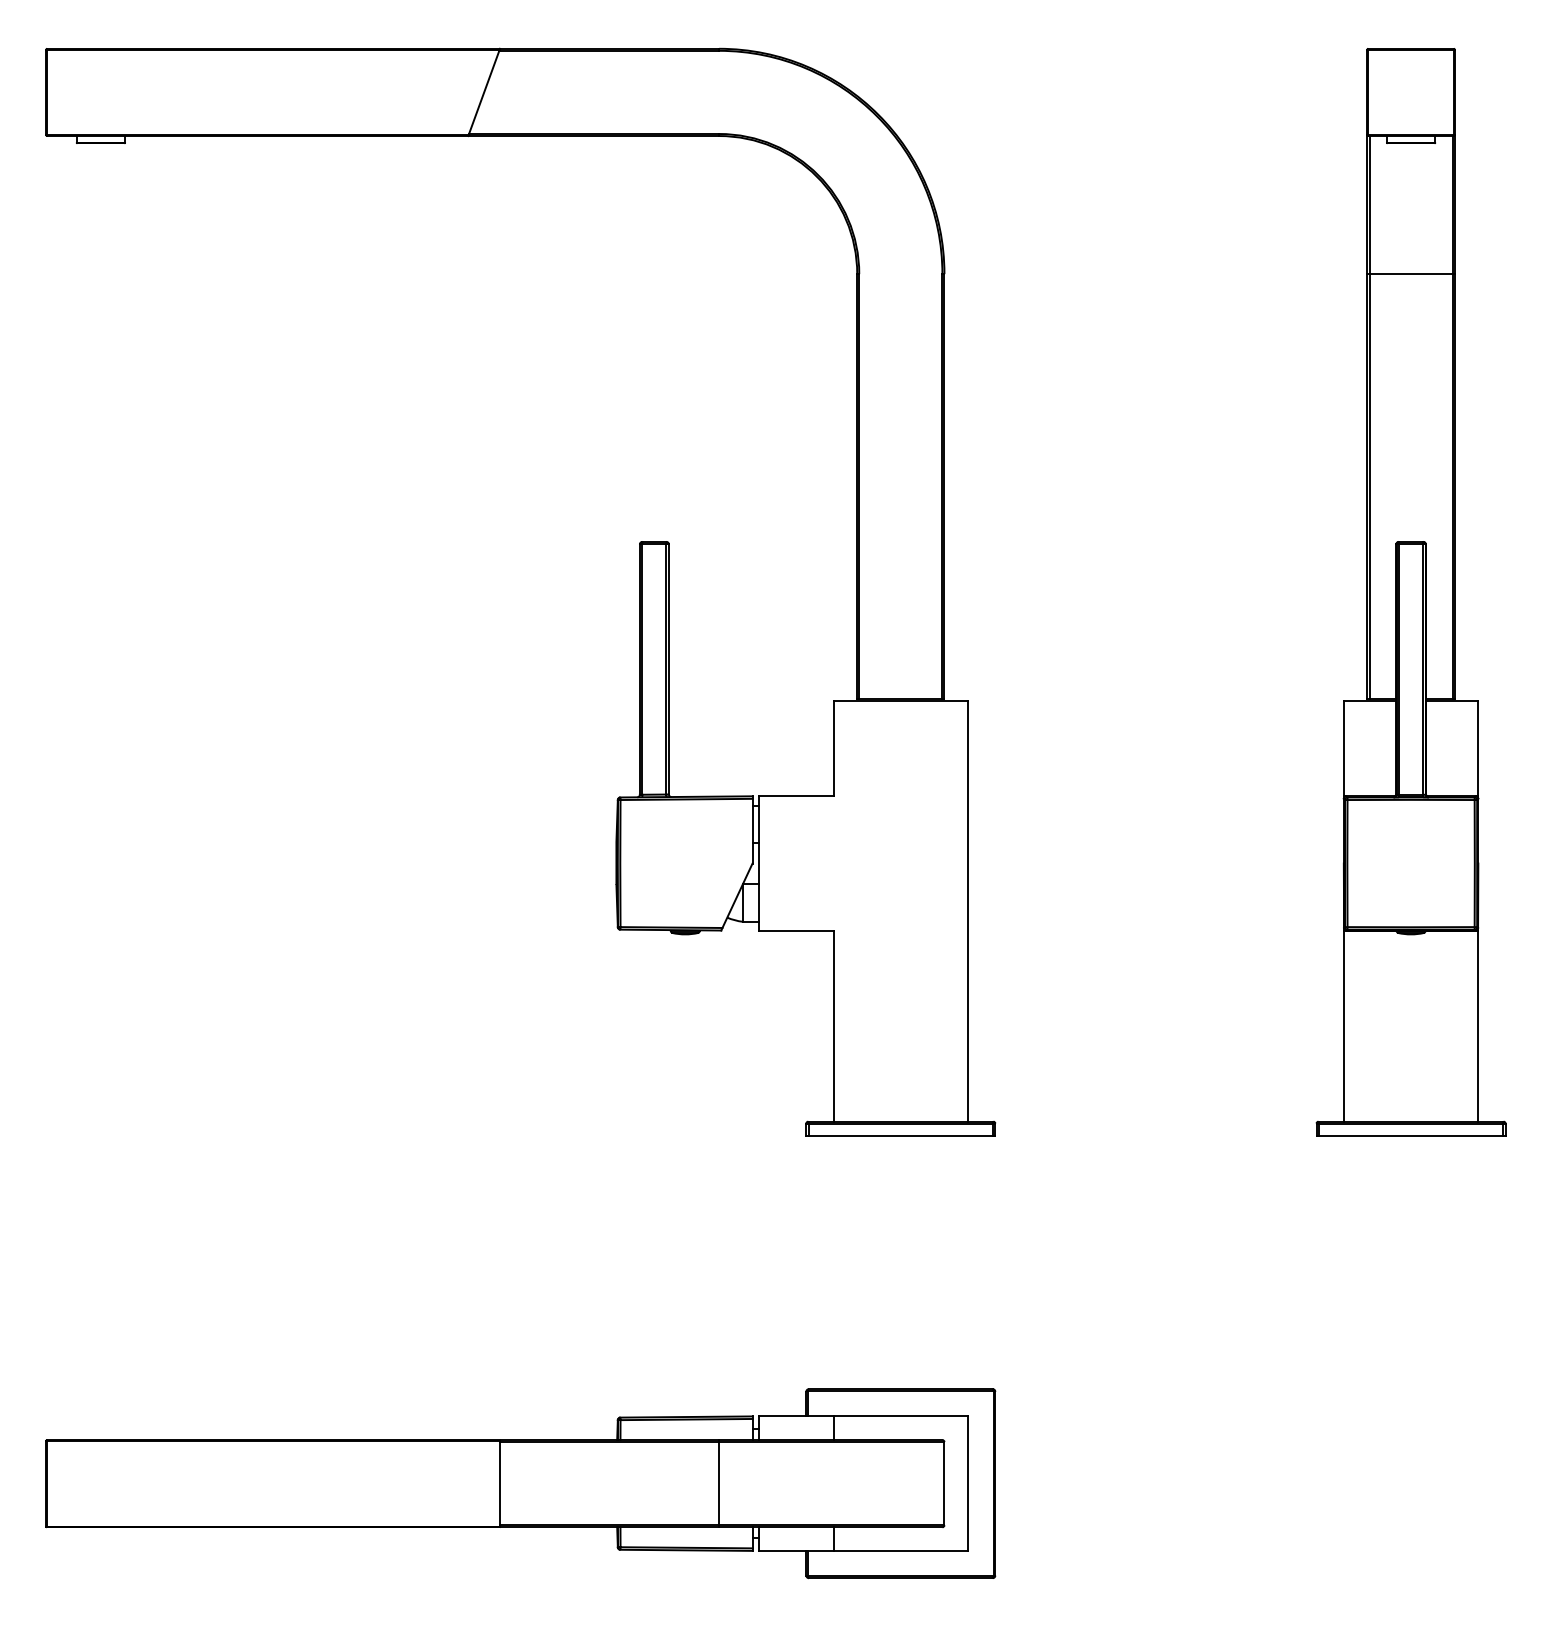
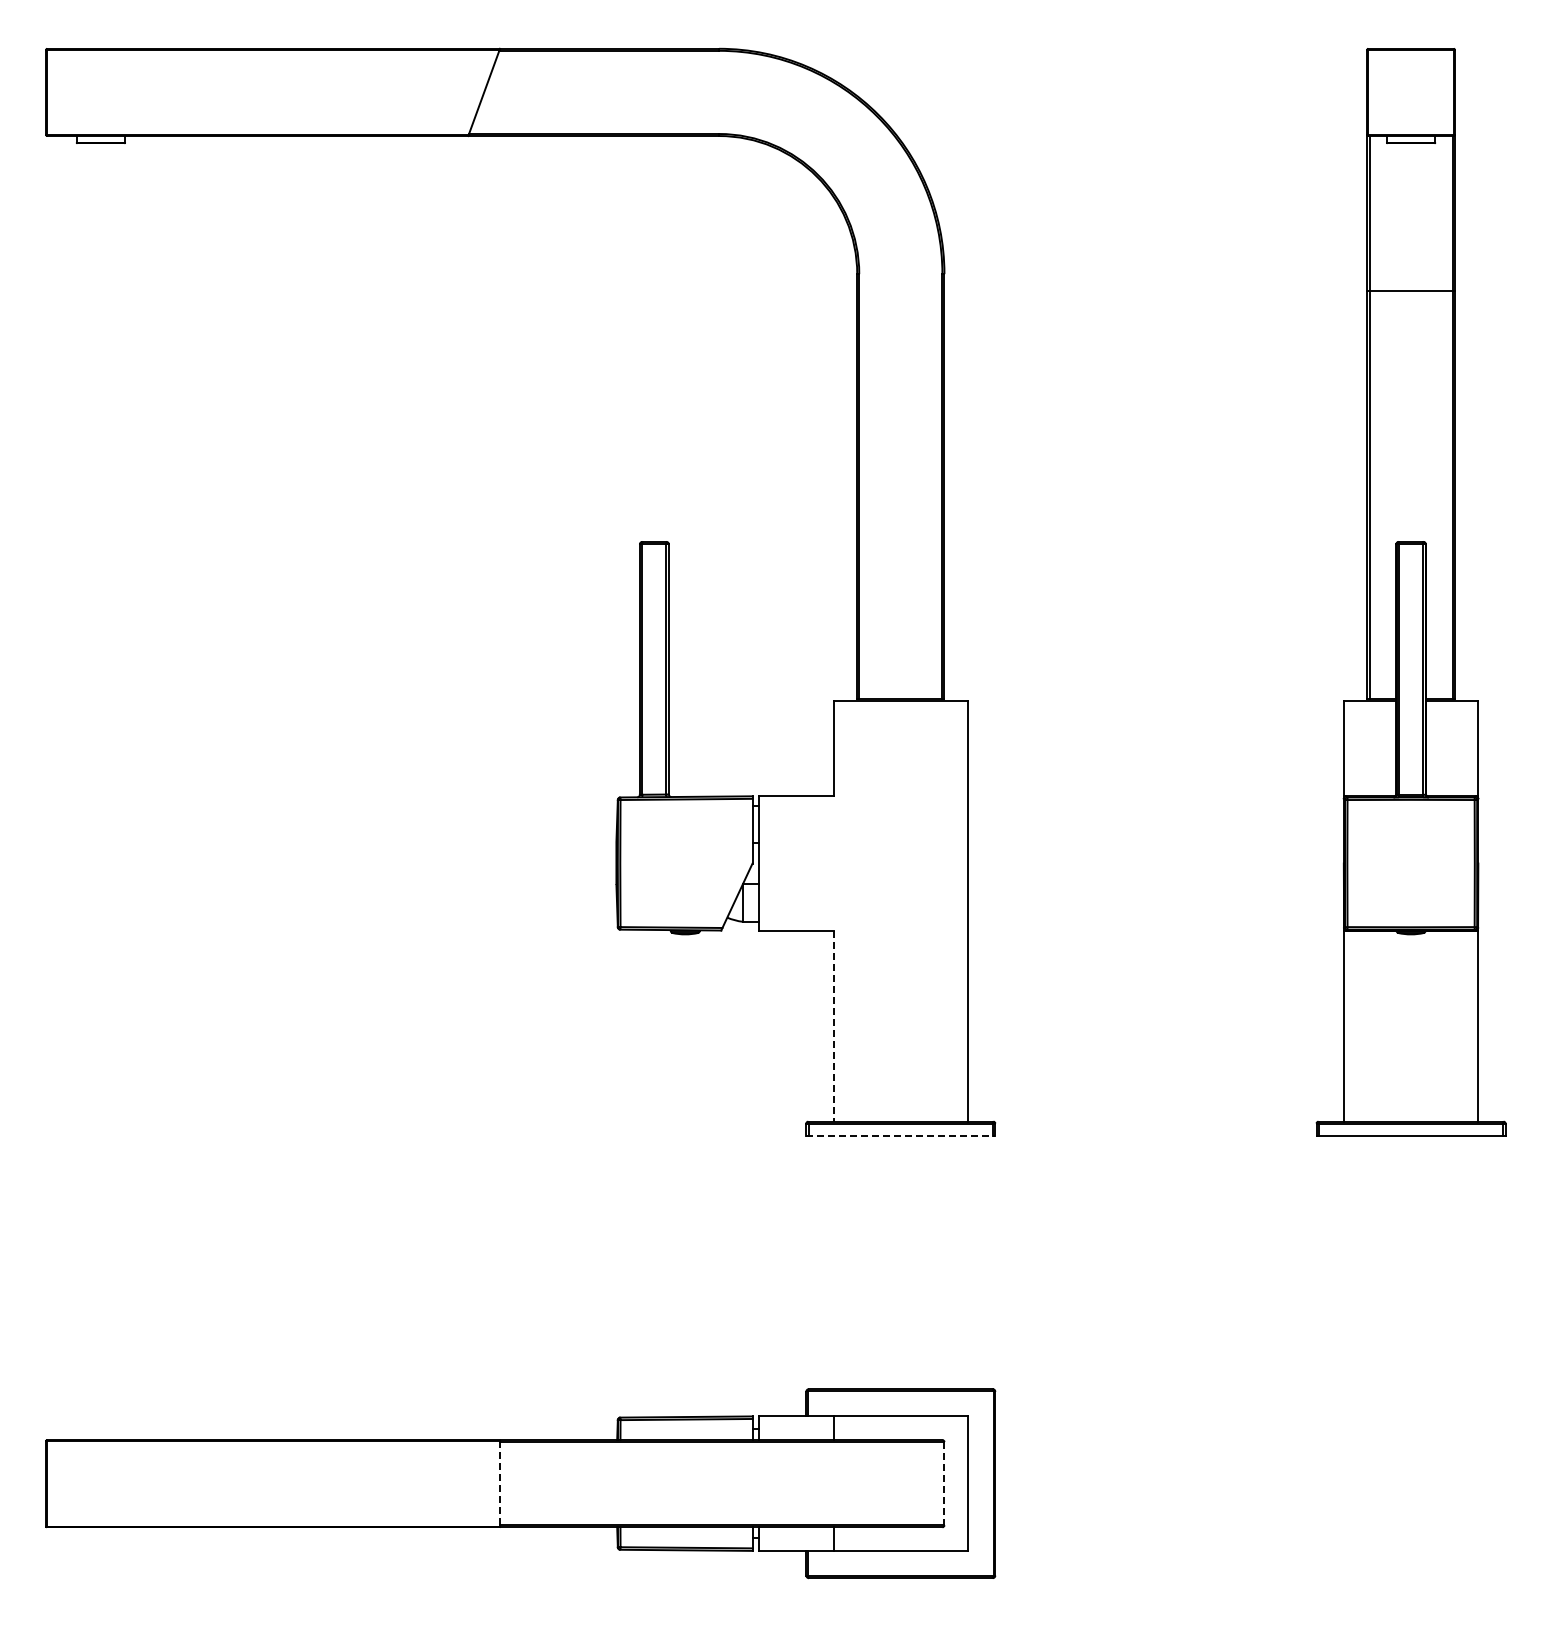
line at (1410, 274) position: (1410, 274) -> (1410, 291)
line at (833, 1026): solid -> dashed
line at (901, 1136): solid -> dashed
line at (500, 1483): solid -> dashed
line at (719, 1483): present -> none
line at (944, 1483): solid -> dashed
